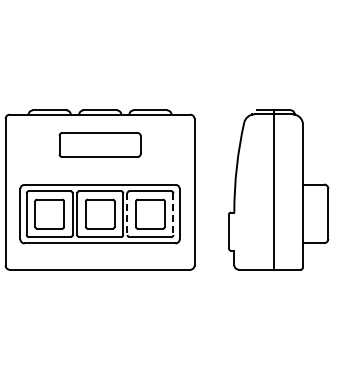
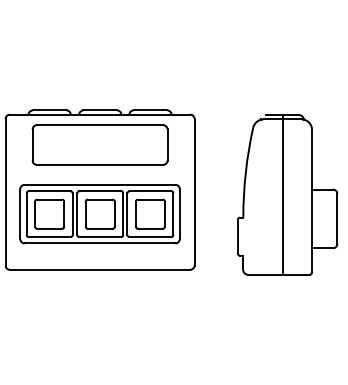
part at (99, 144) size: 84x26 px -> 138x42 px
part at (278, 189) position: (278, 189) -> (287, 194)
line at (127, 214): dashed -> solid
line at (173, 214): dashed -> solid
